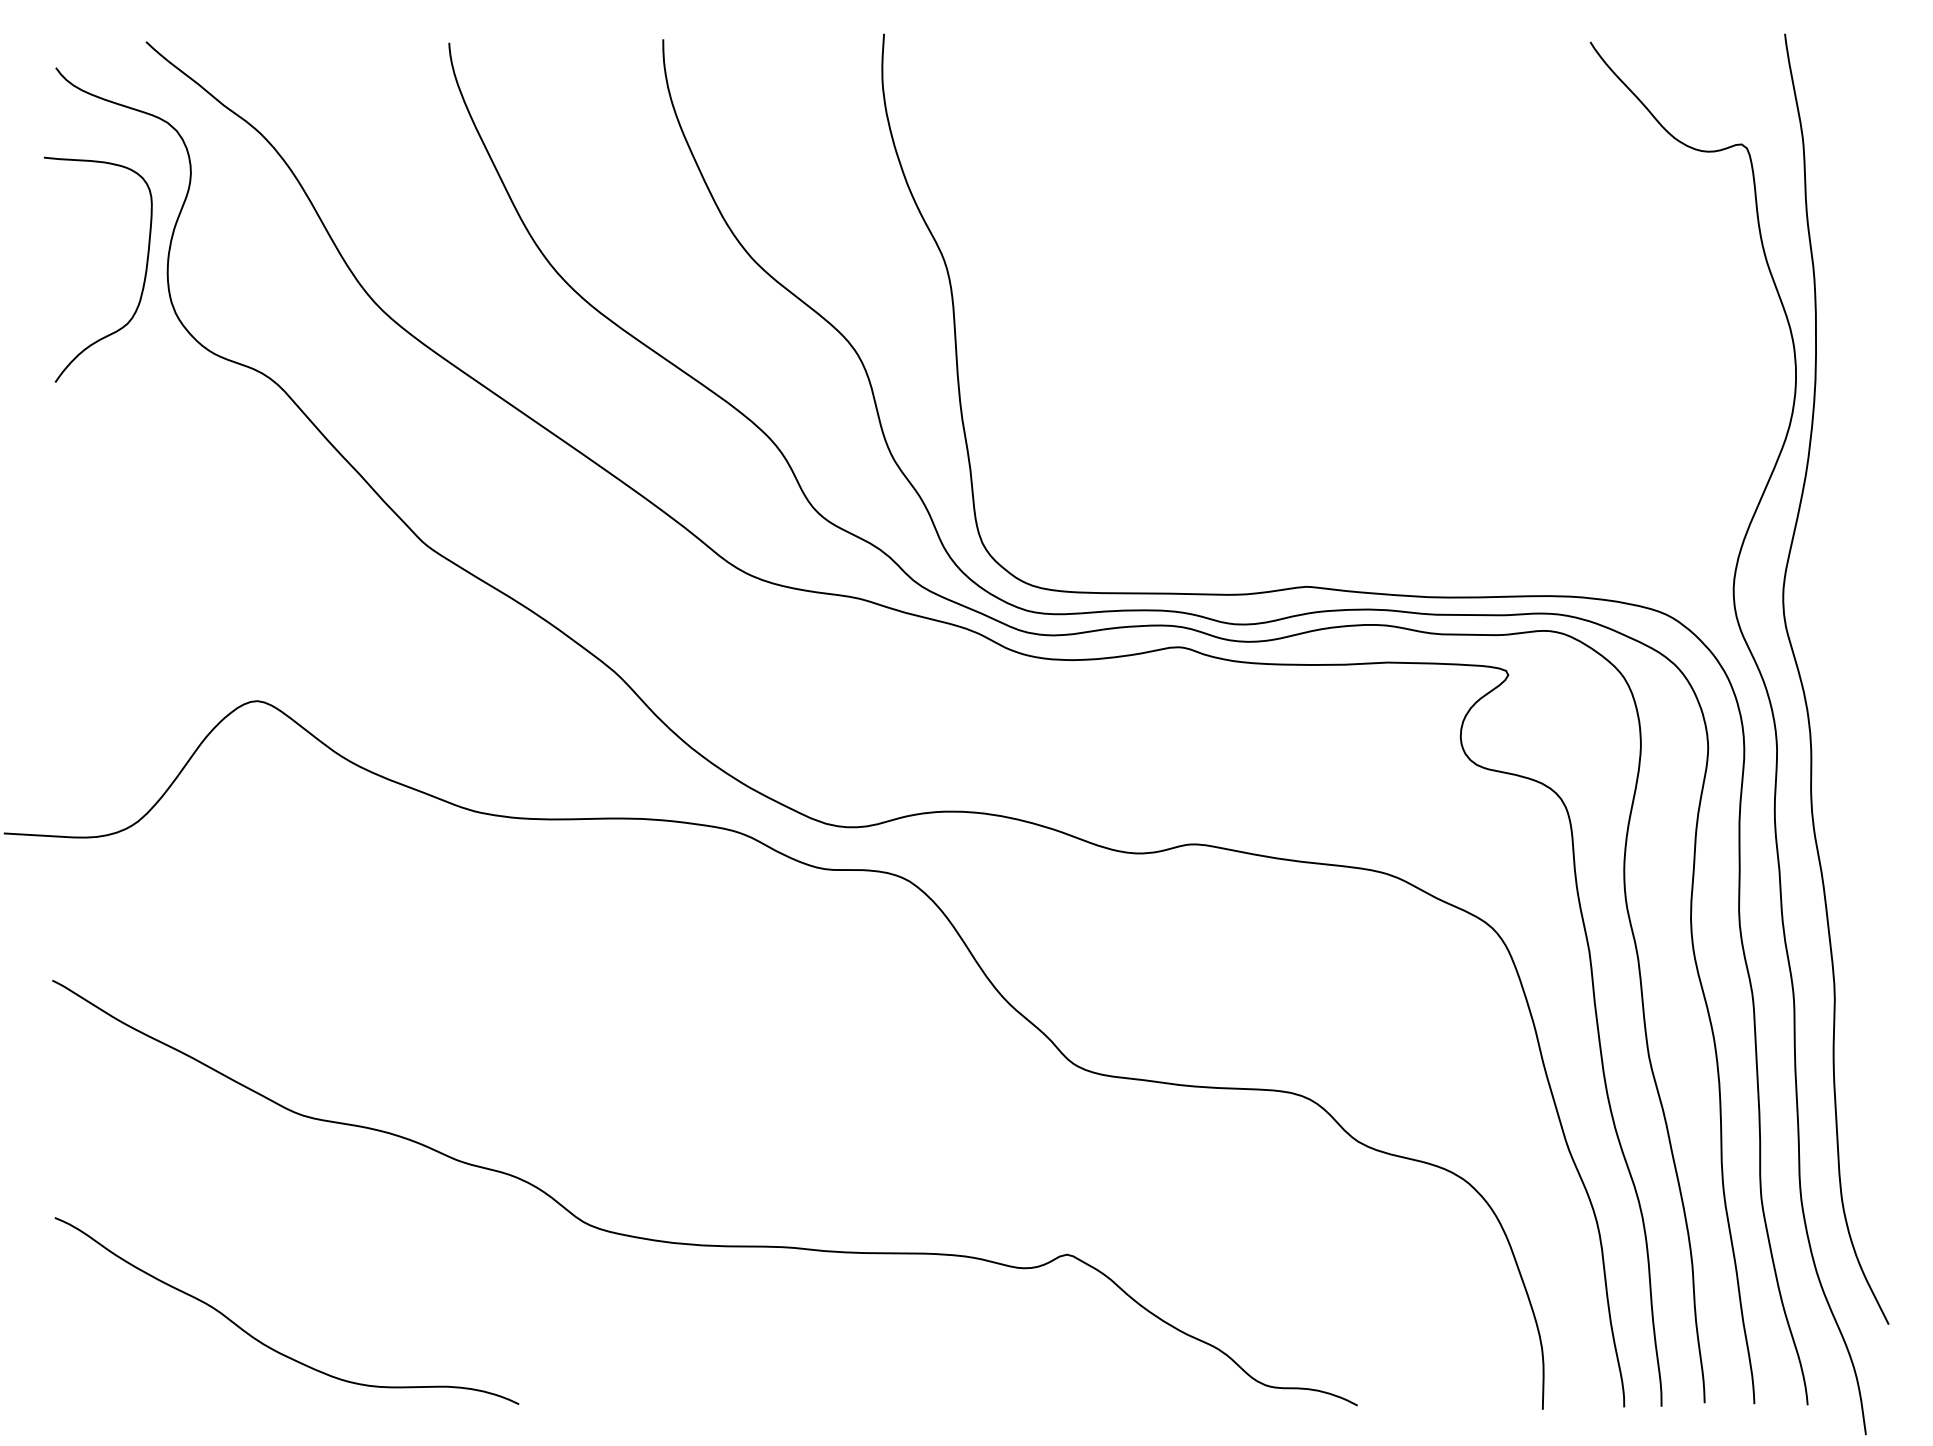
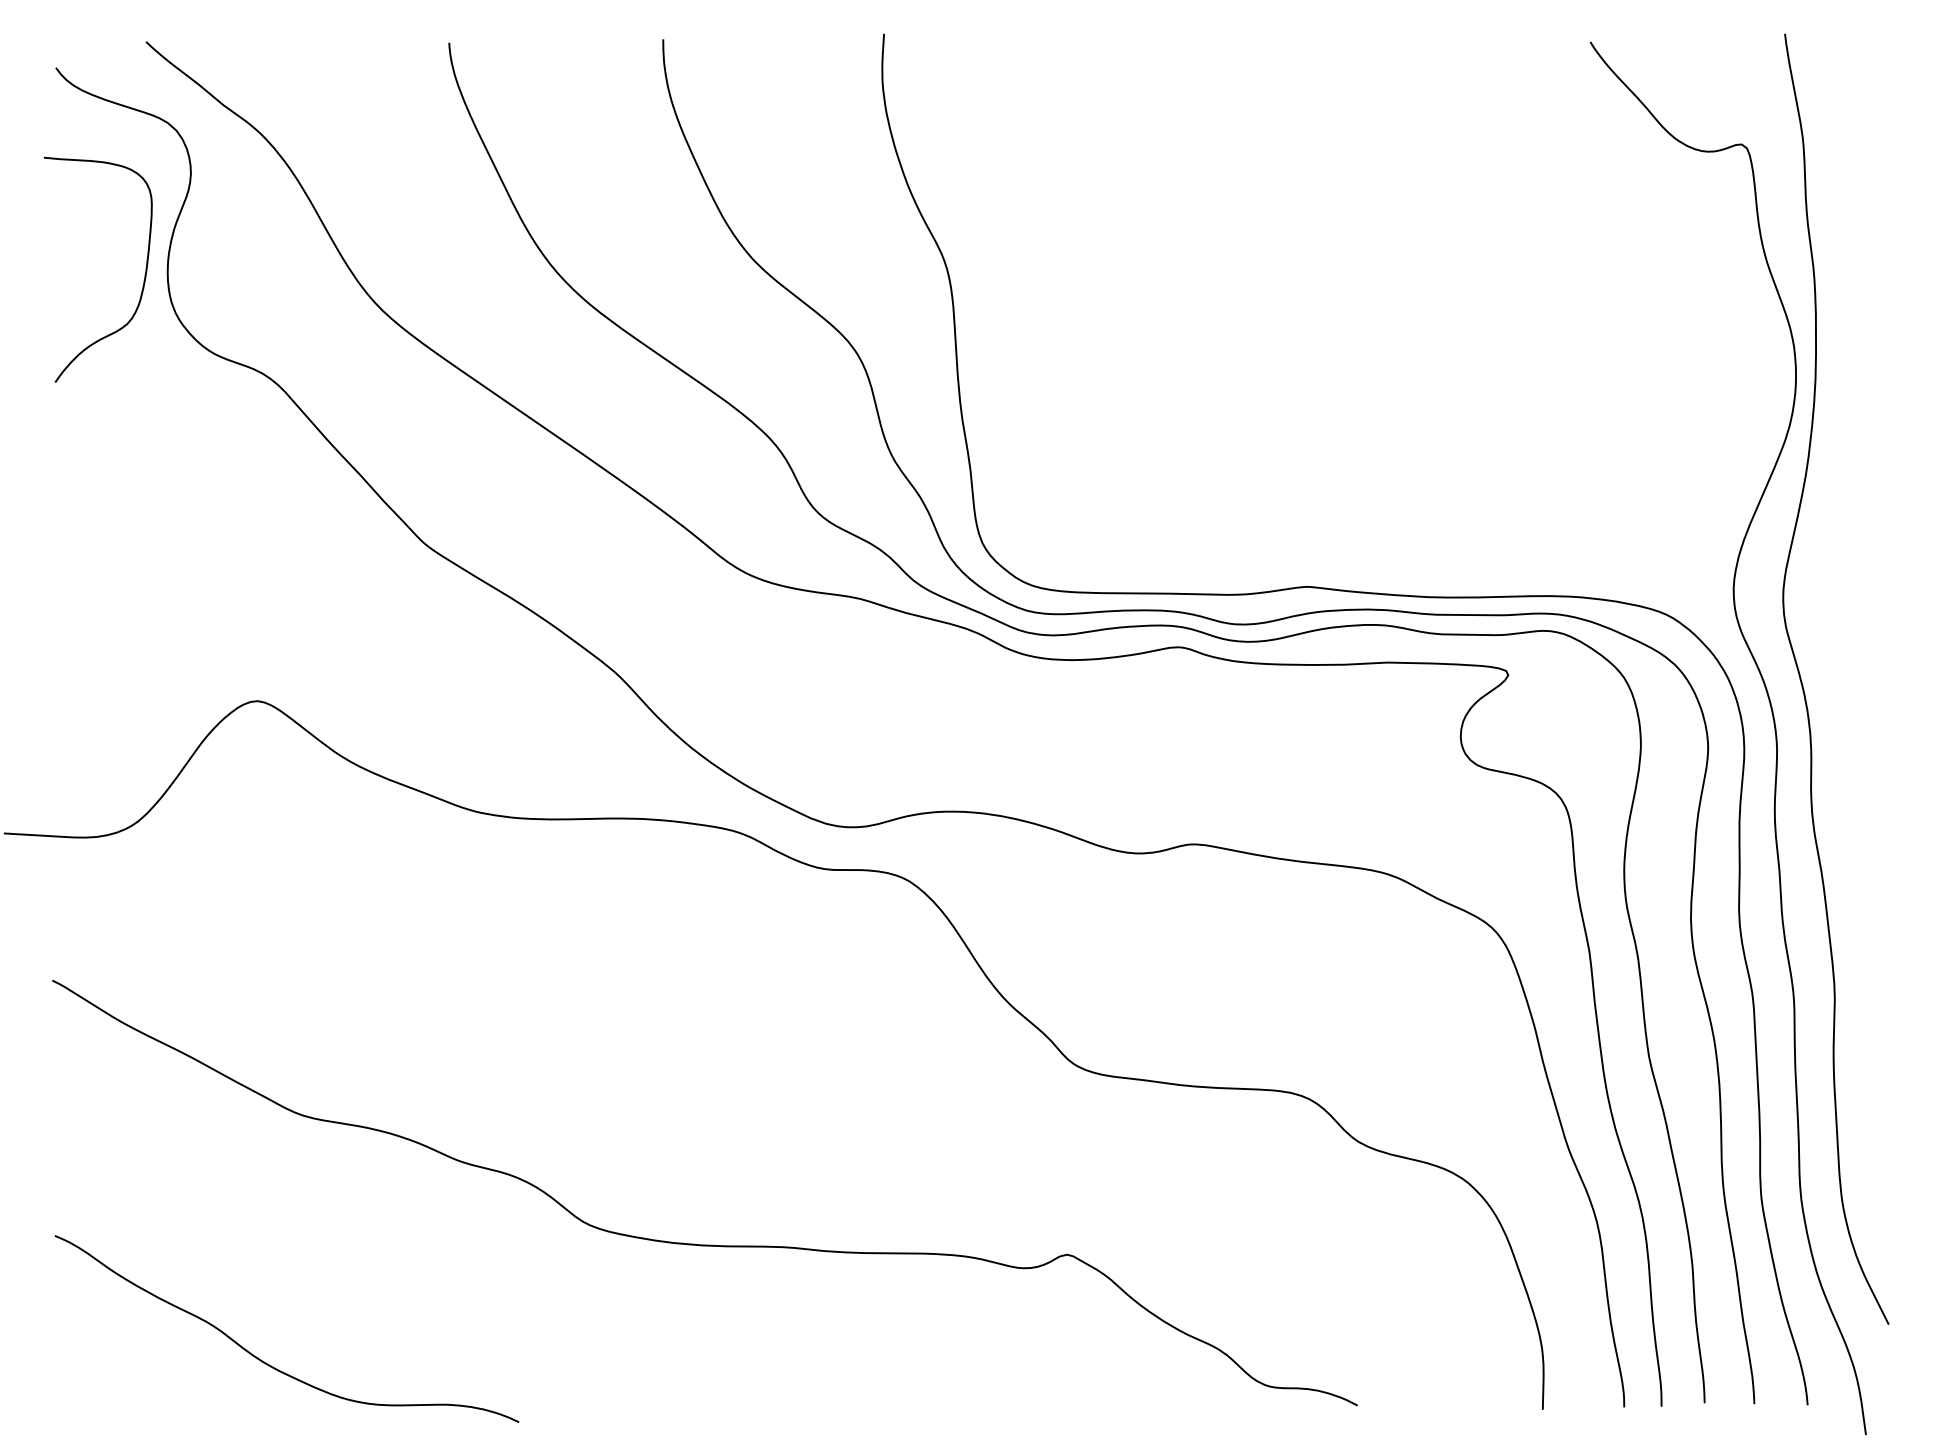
curve at (266, 1344) position: (266, 1344) -> (266, 1362)
